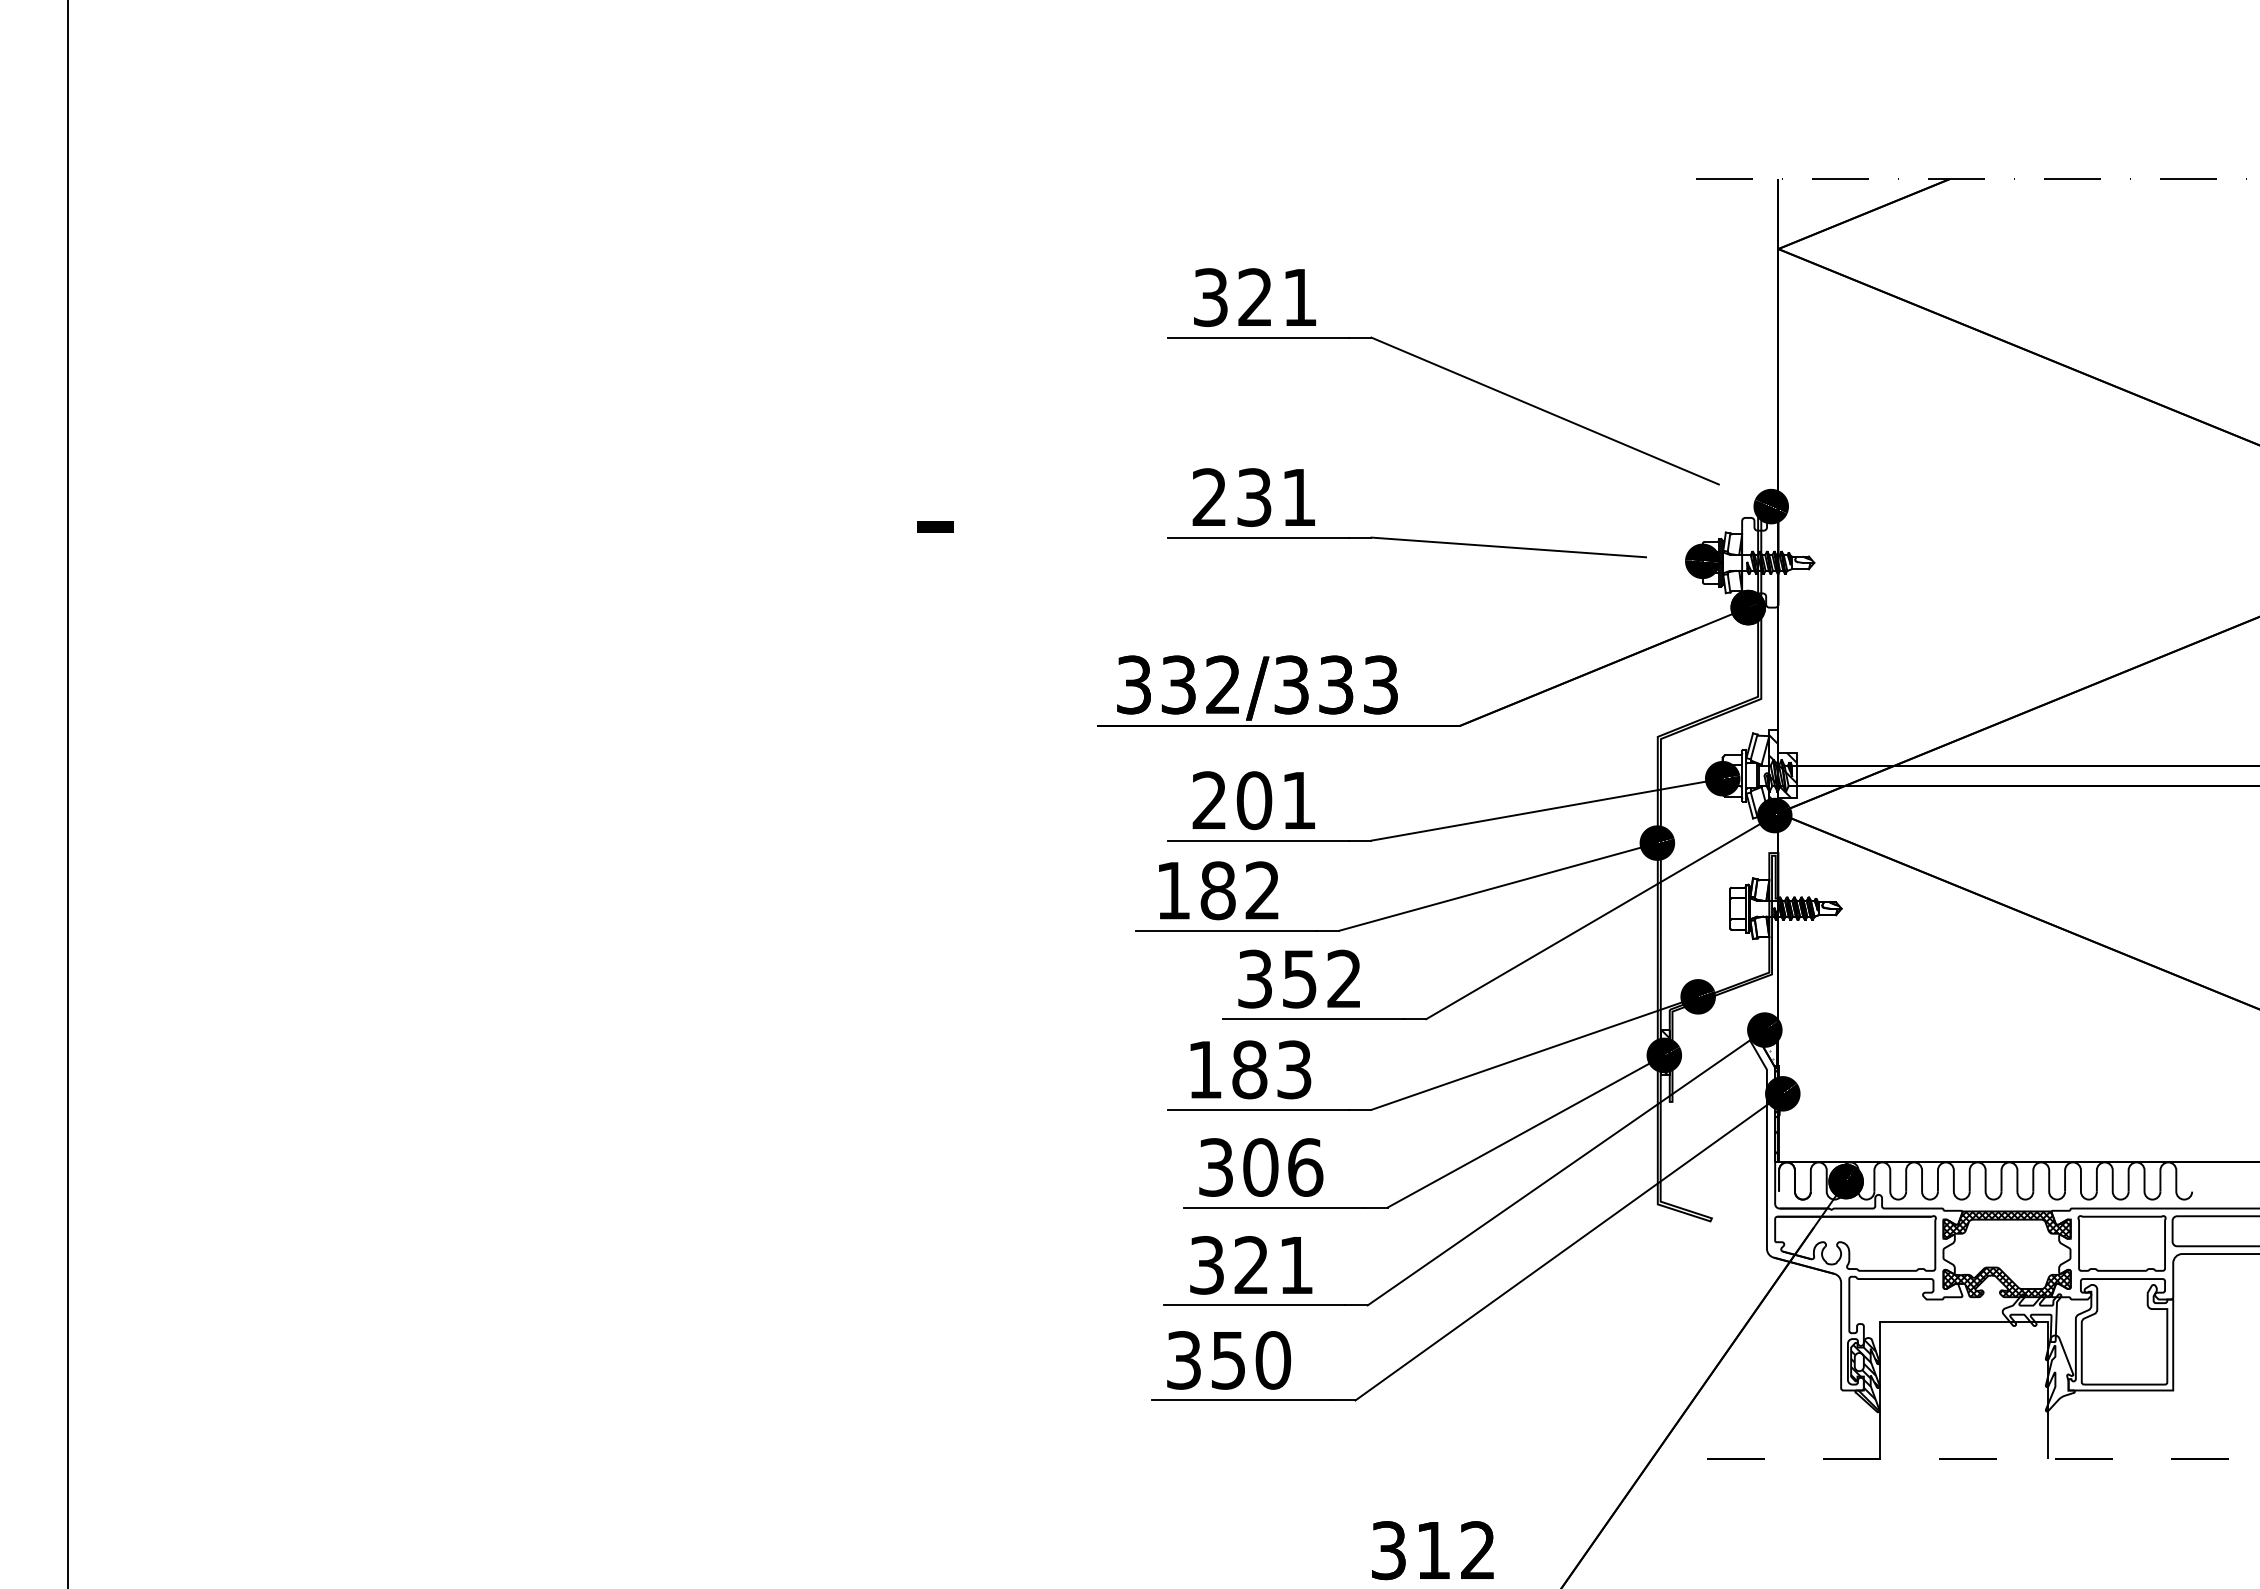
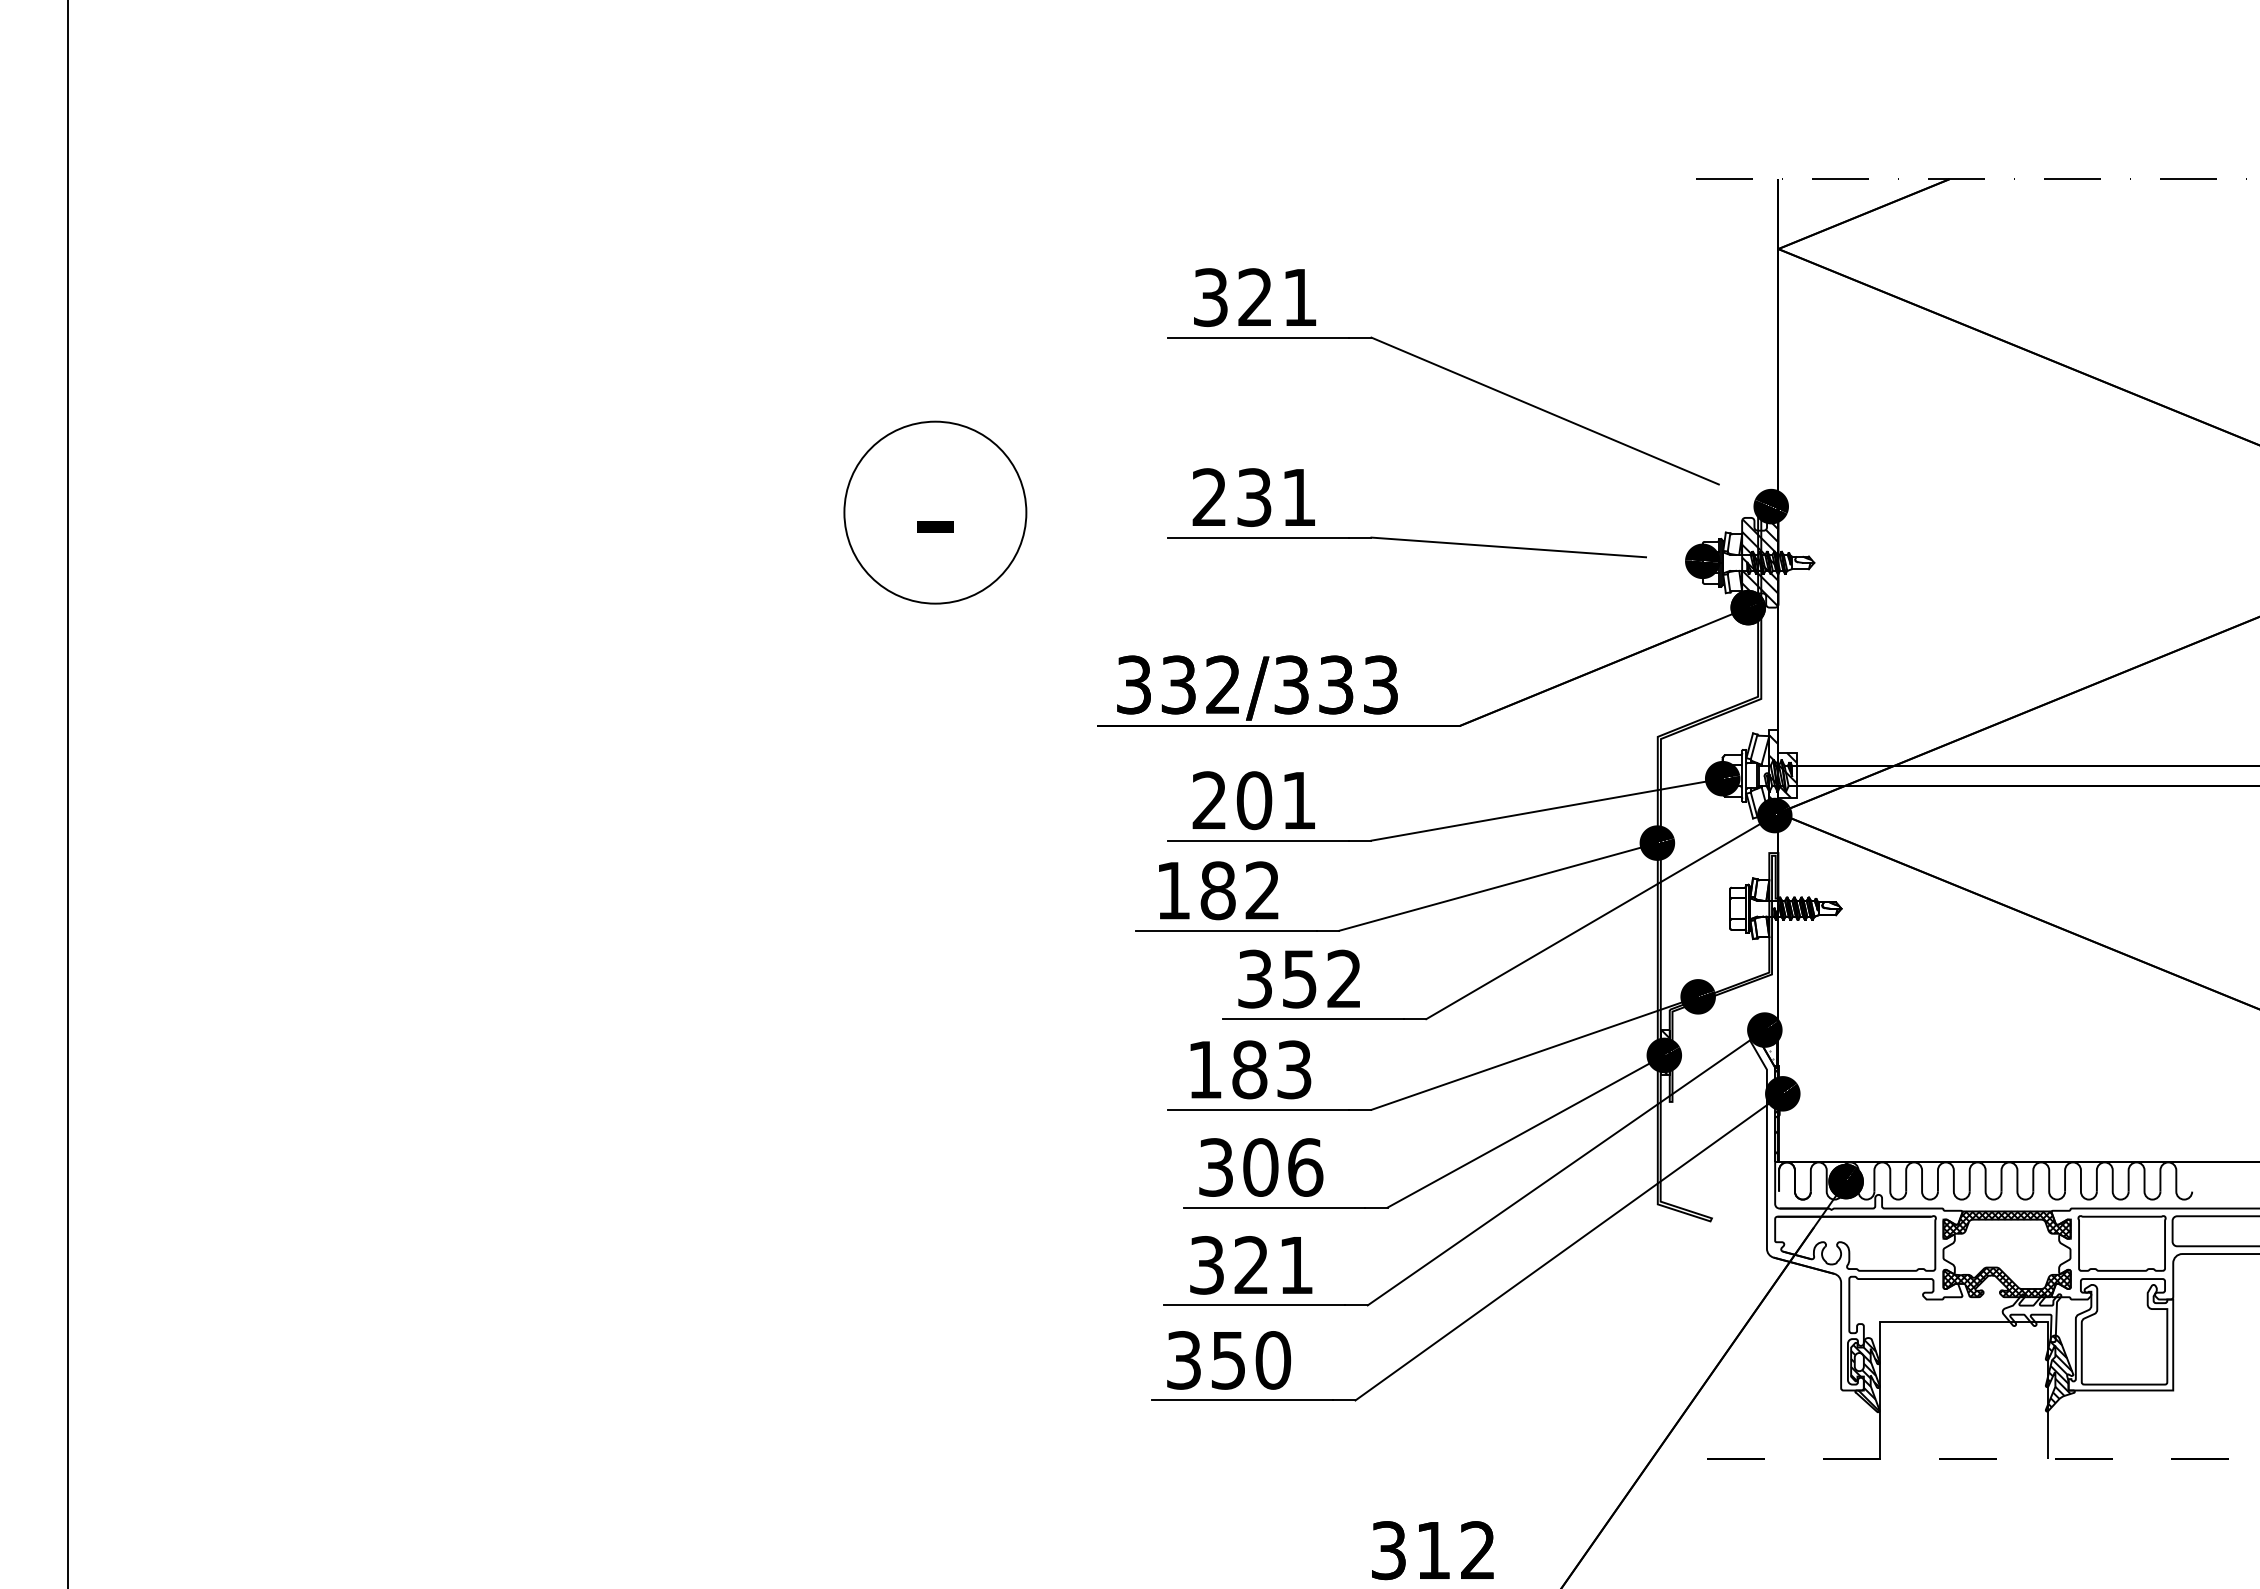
circle at (935, 512): none -> present
hatch at (1760, 563): none -> present
hatch at (2058, 1373): none -> present
